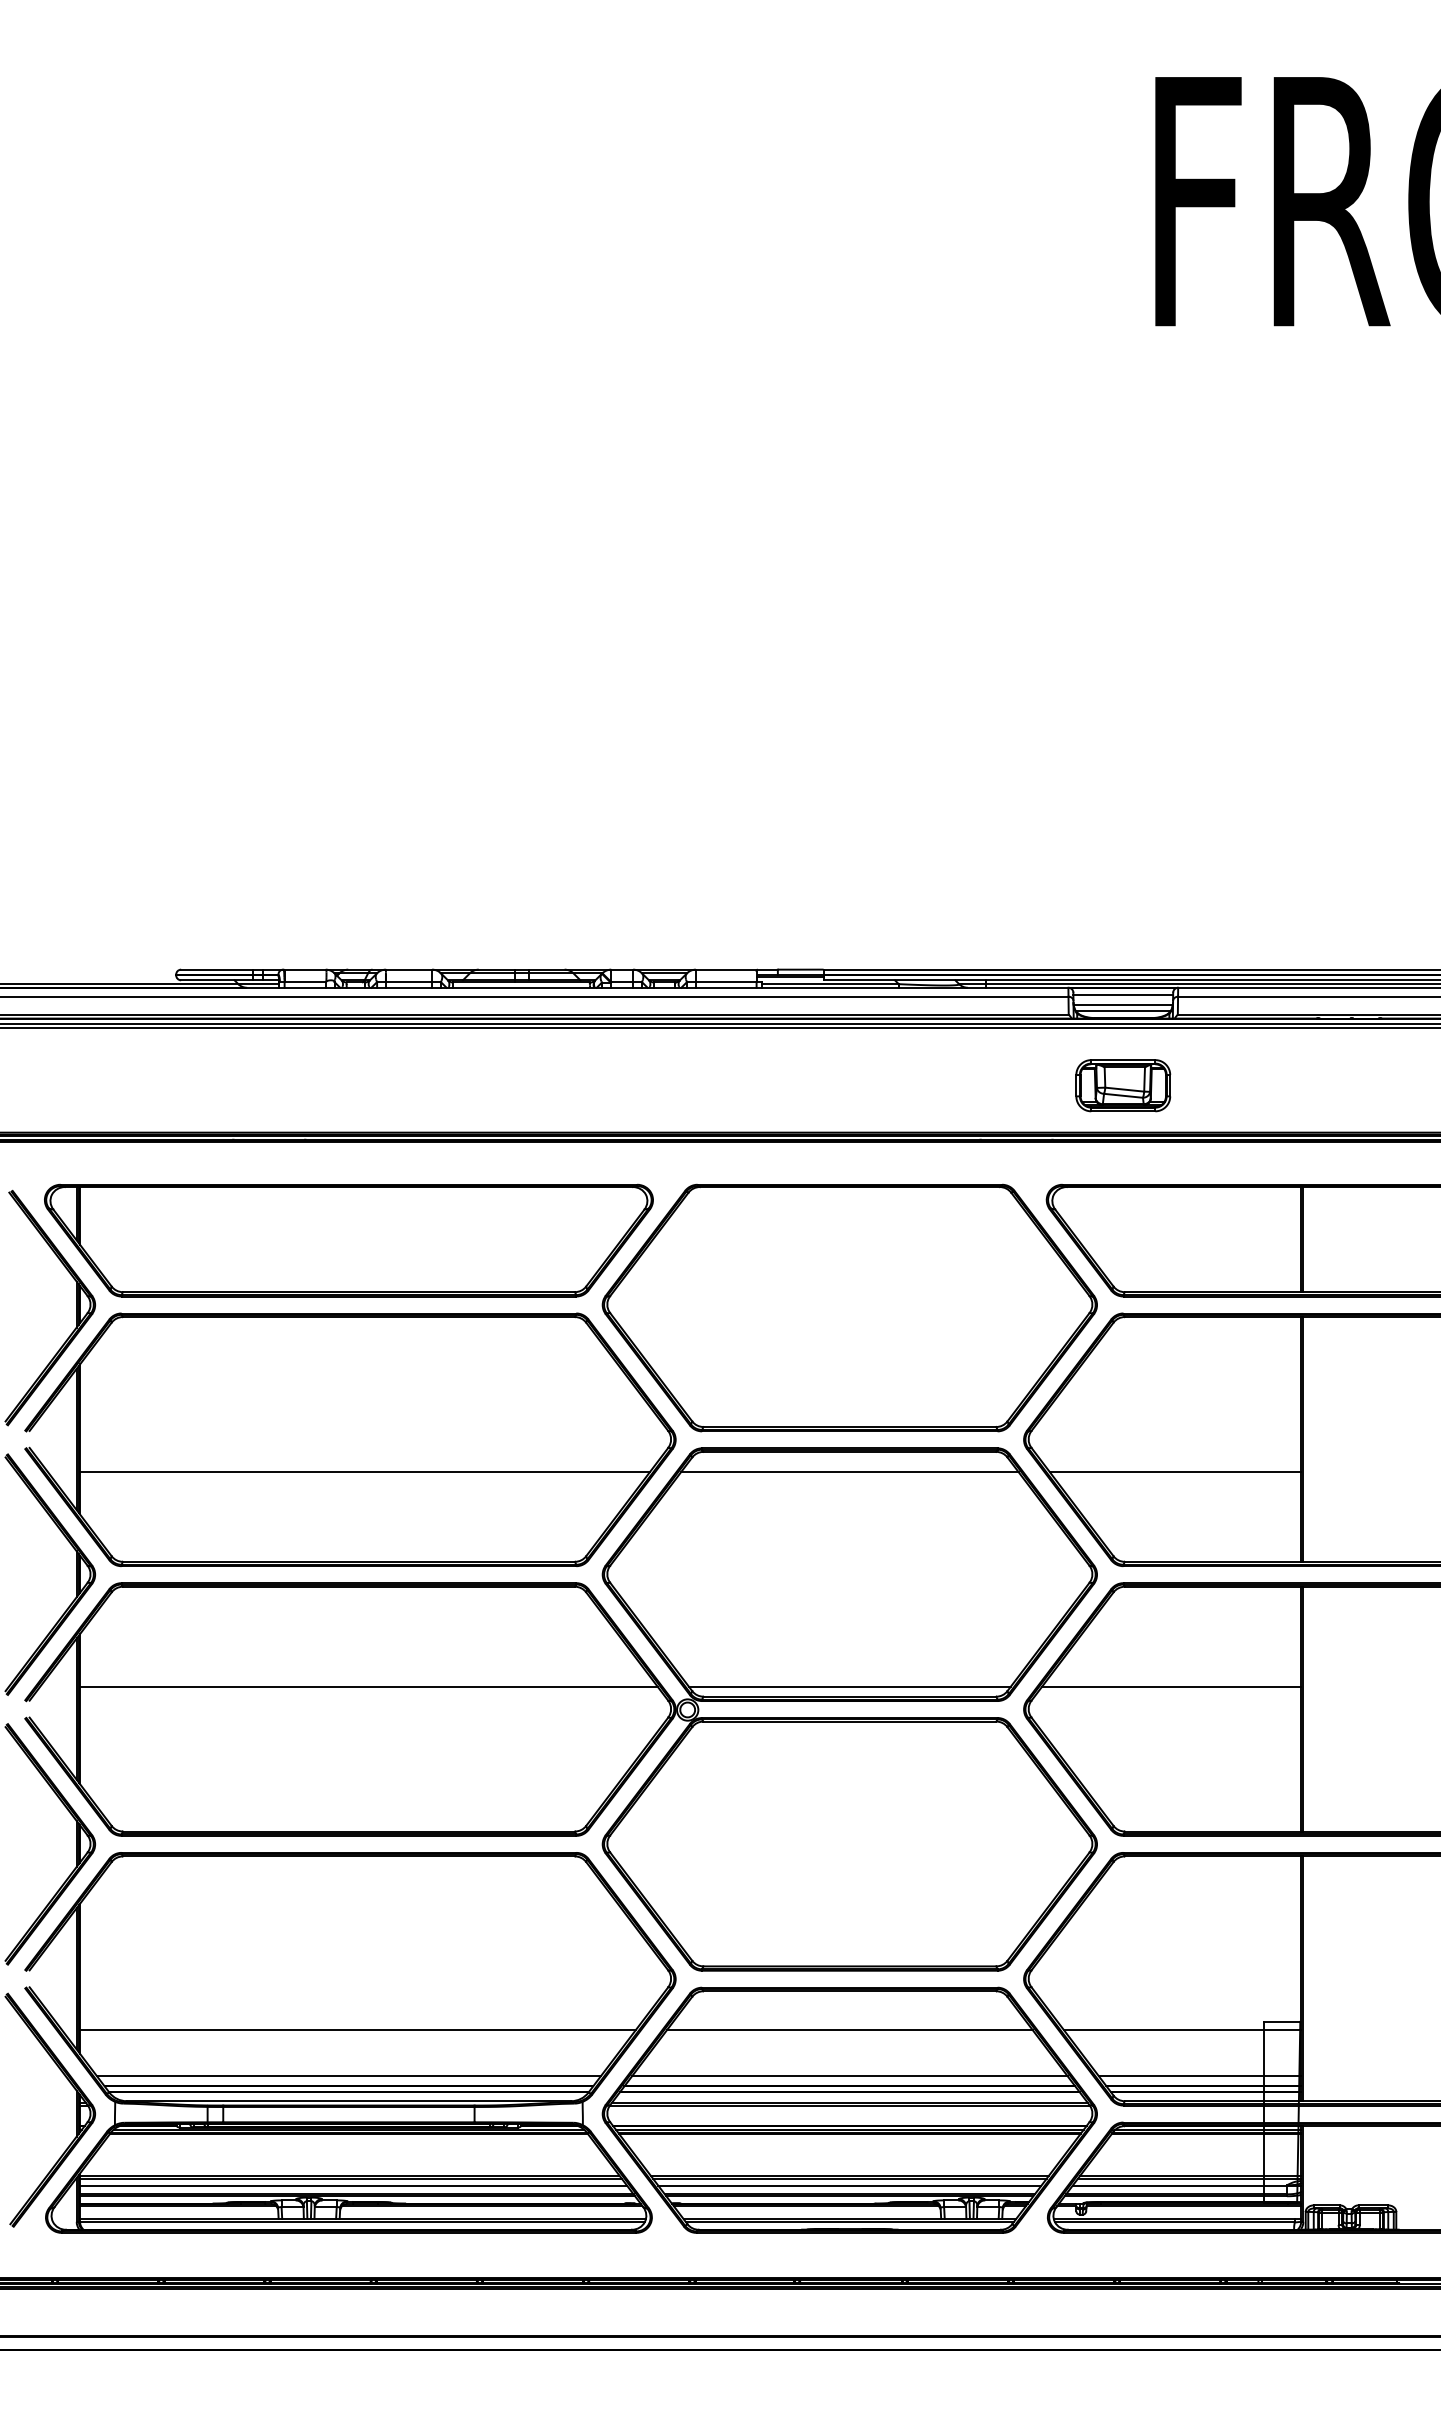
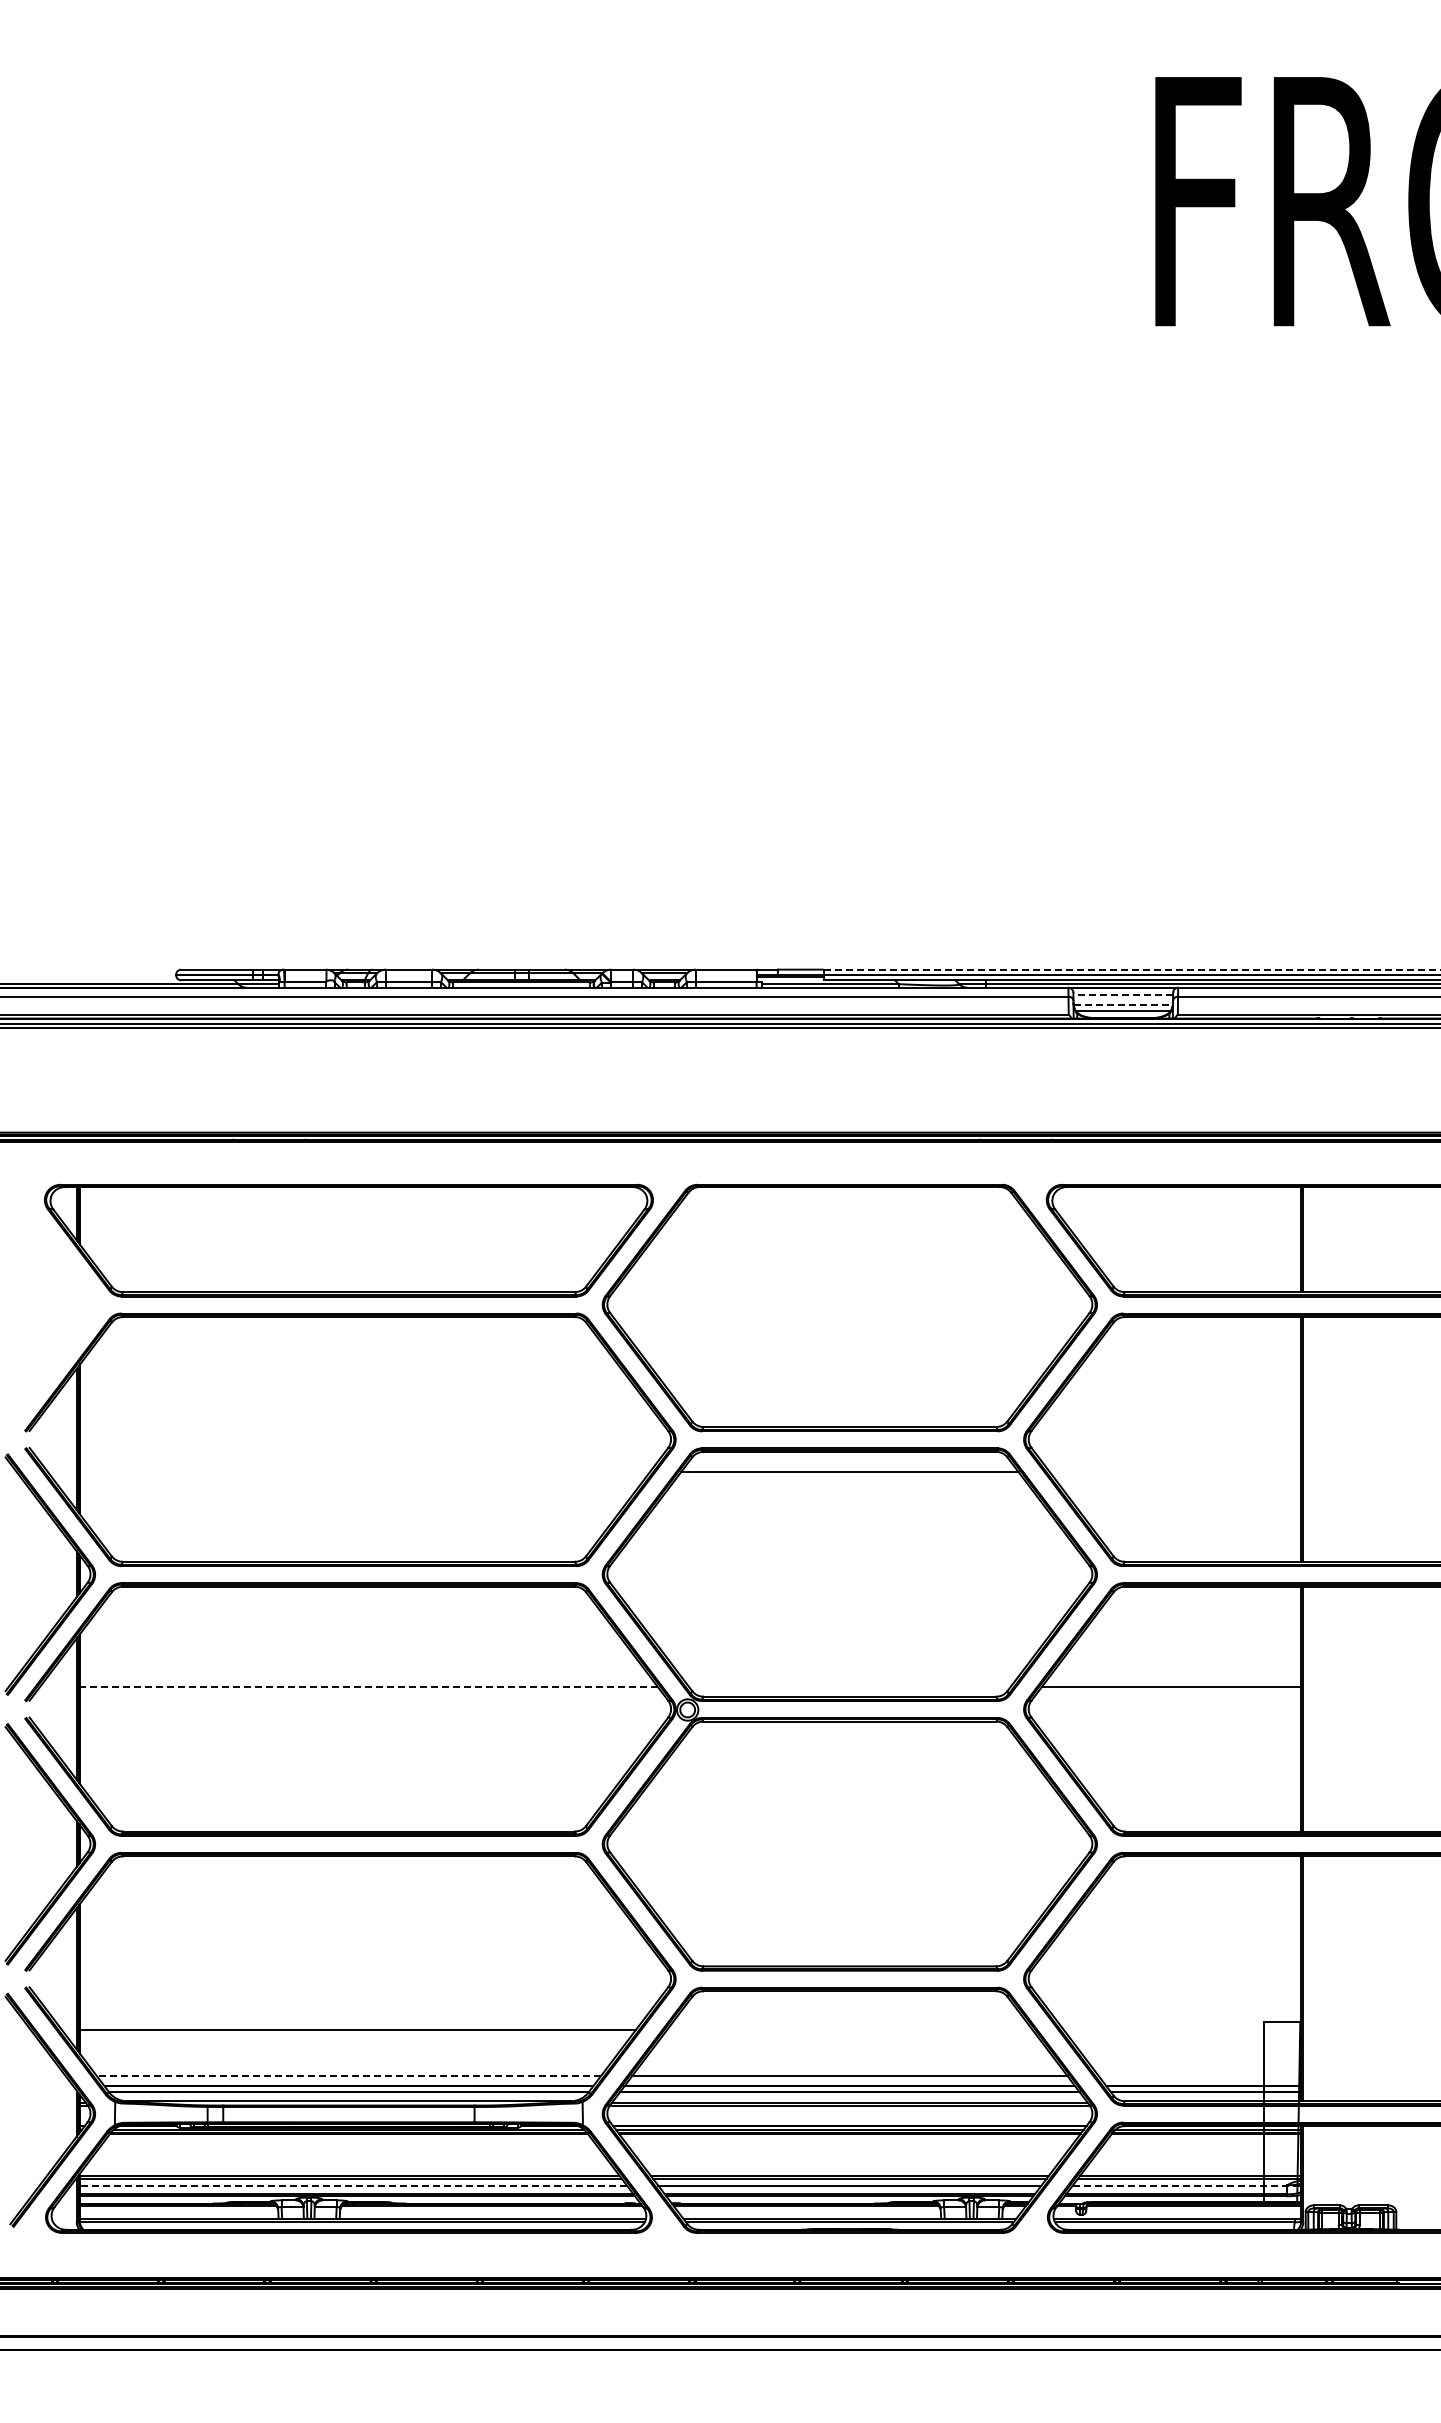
line at (1132, 969): solid -> dashed
line at (1123, 994): solid -> dashed
line at (1123, 1004): solid -> dashed
part at (1123, 1085): present -> none
part at (76, 1307): present -> none
line at (364, 1472): present -> none
line at (1175, 1472): present -> none
line at (368, 1686): solid -> dashed
line at (849, 1686): present -> none
line at (849, 2030): present -> none
line at (1182, 2030): present -> none
line at (348, 2076): solid -> dashed
line at (1199, 2076): present -> none
line at (353, 2185): solid -> dashed
line at (1187, 2185): solid -> dashed
